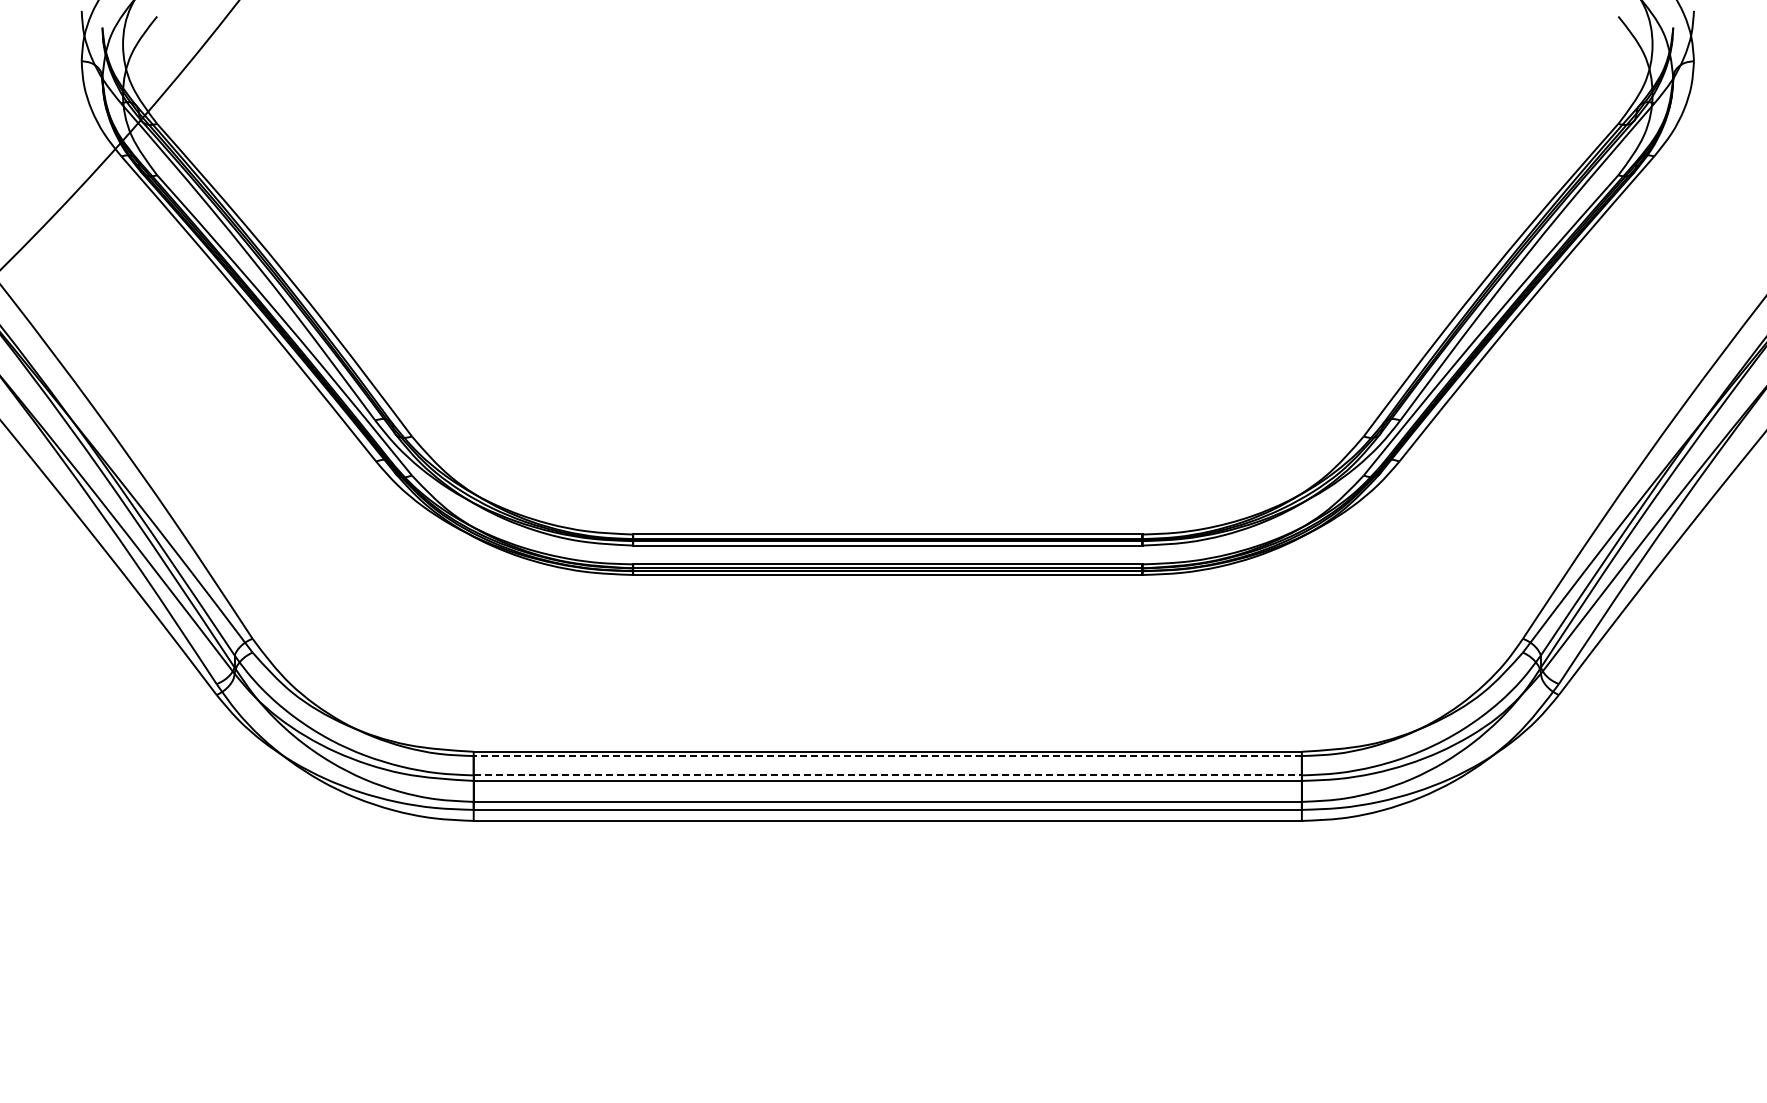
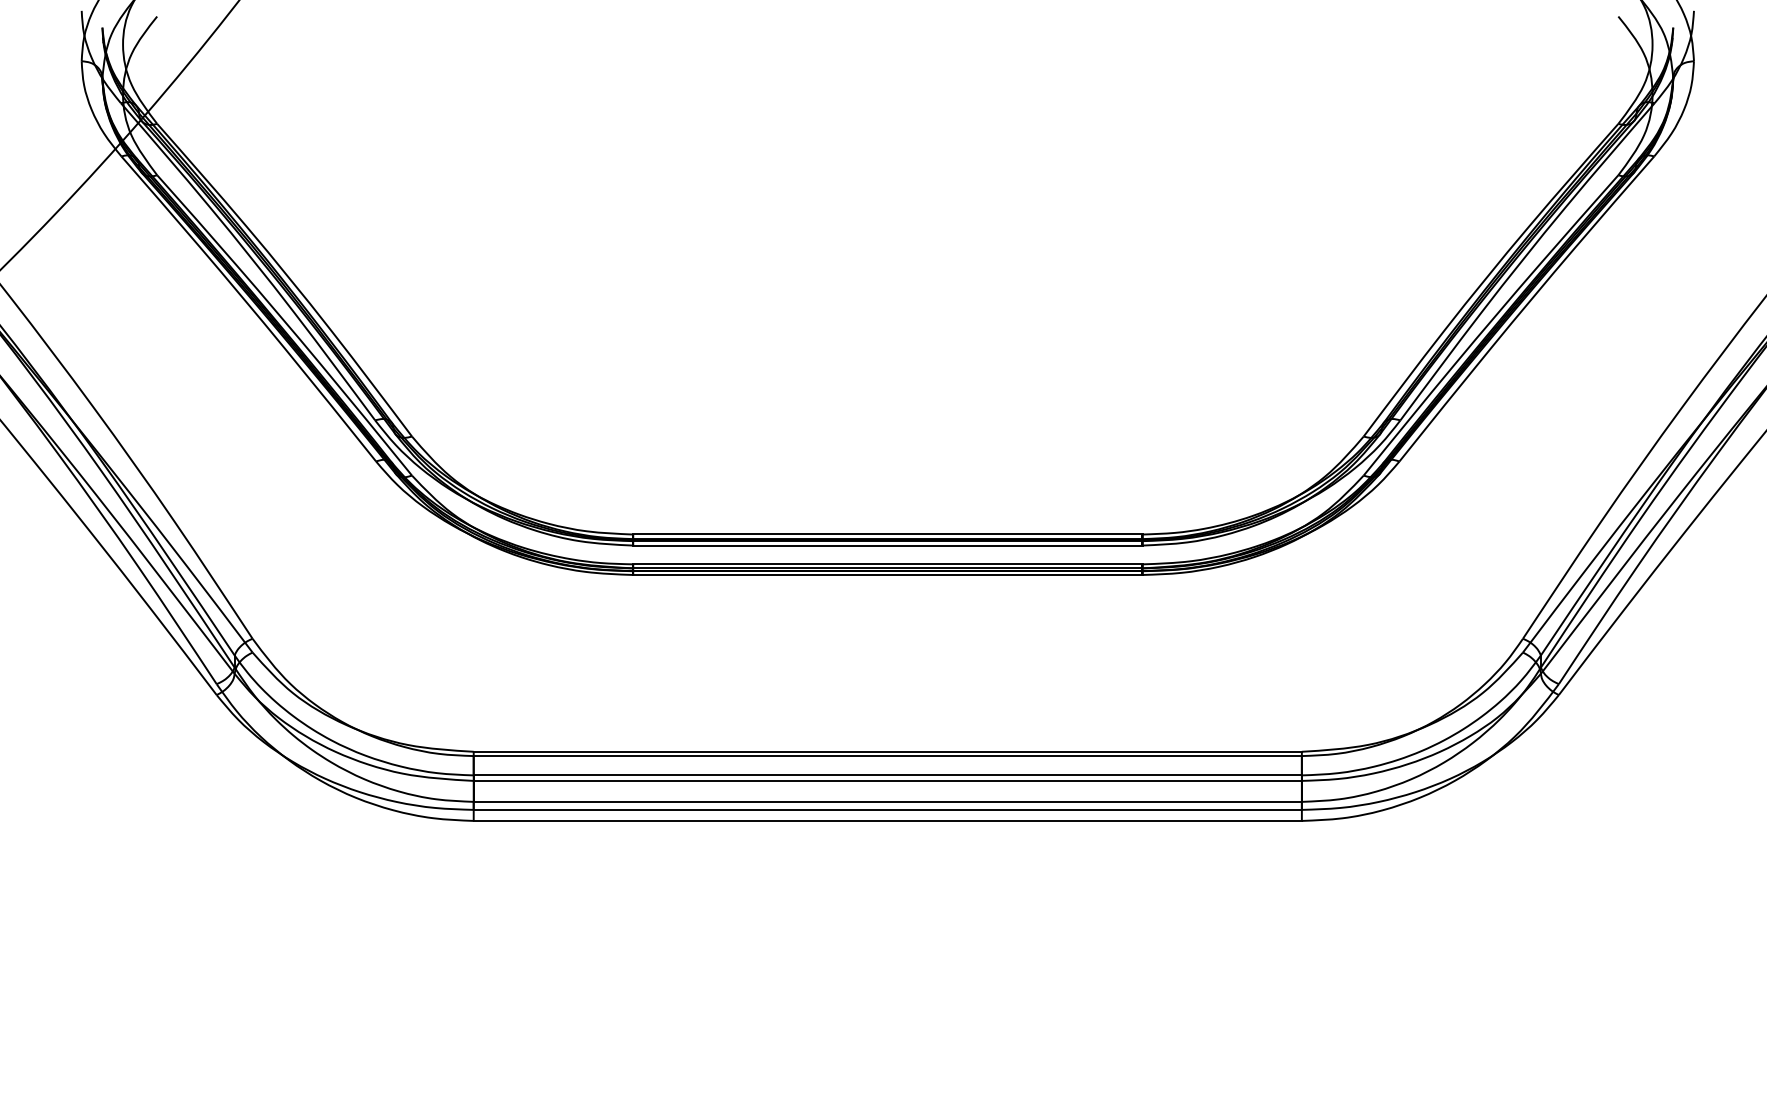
line at (887, 756): dashed -> solid
line at (888, 775): dashed -> solid
